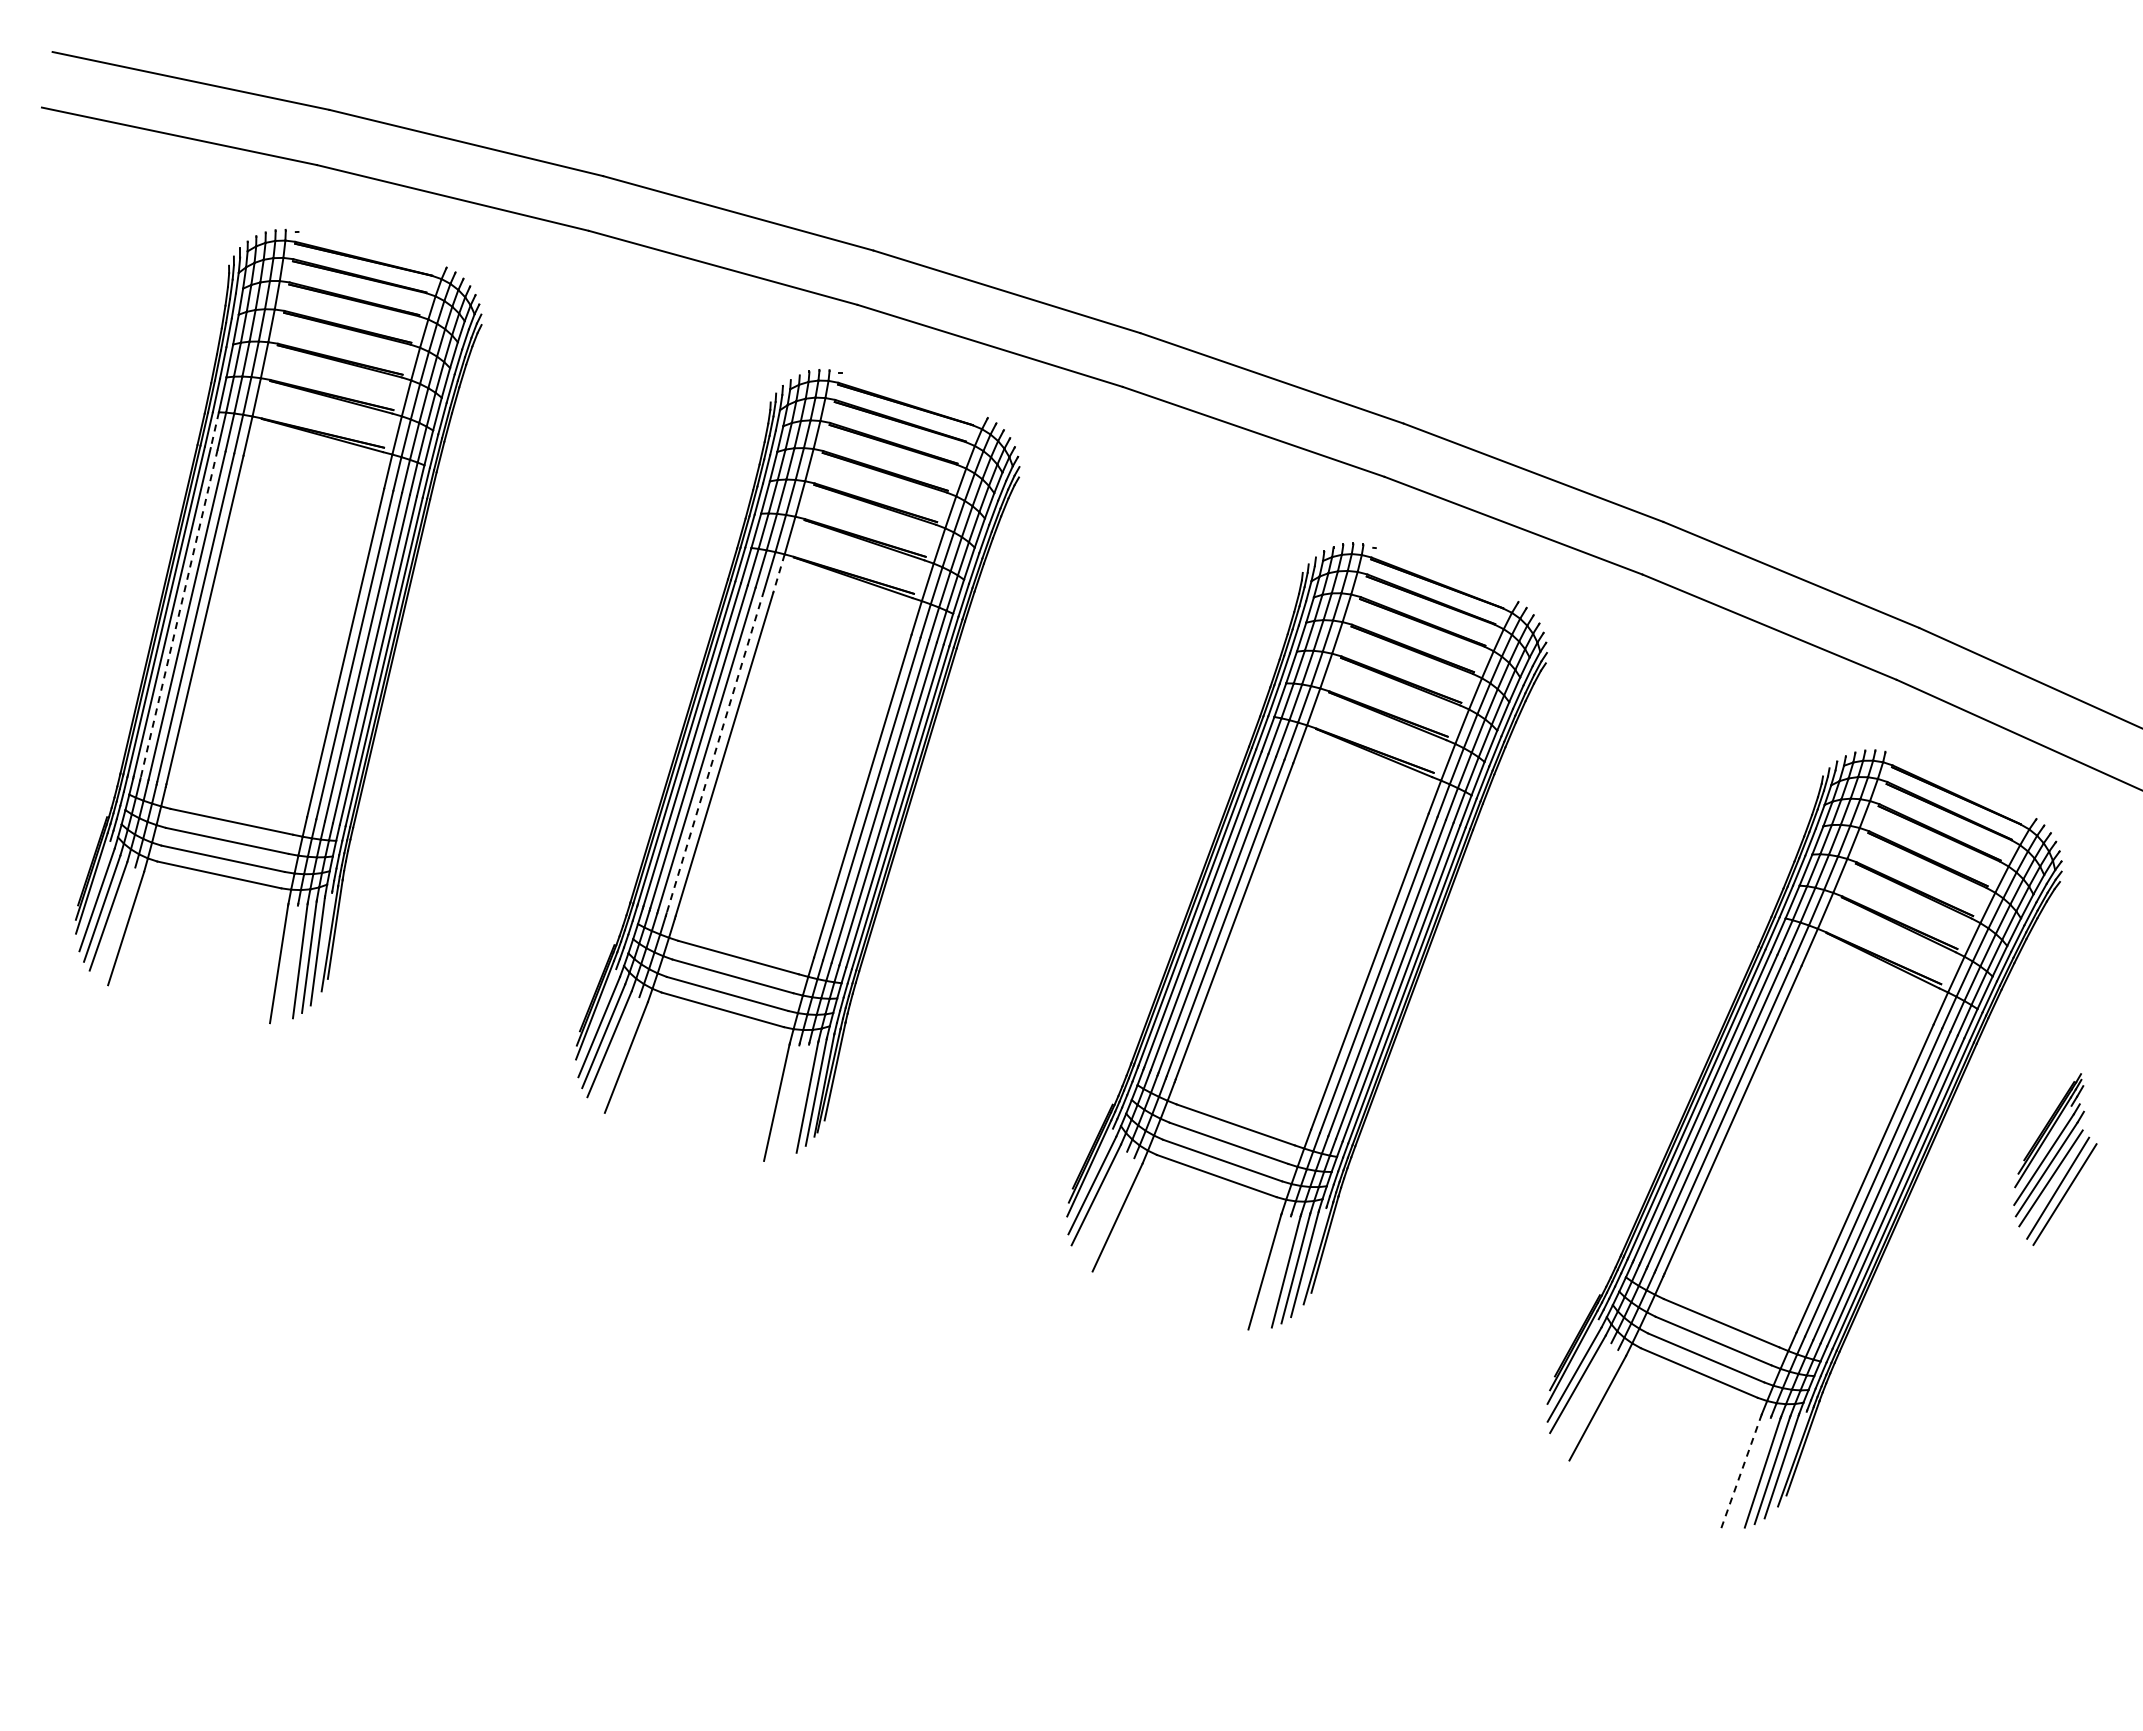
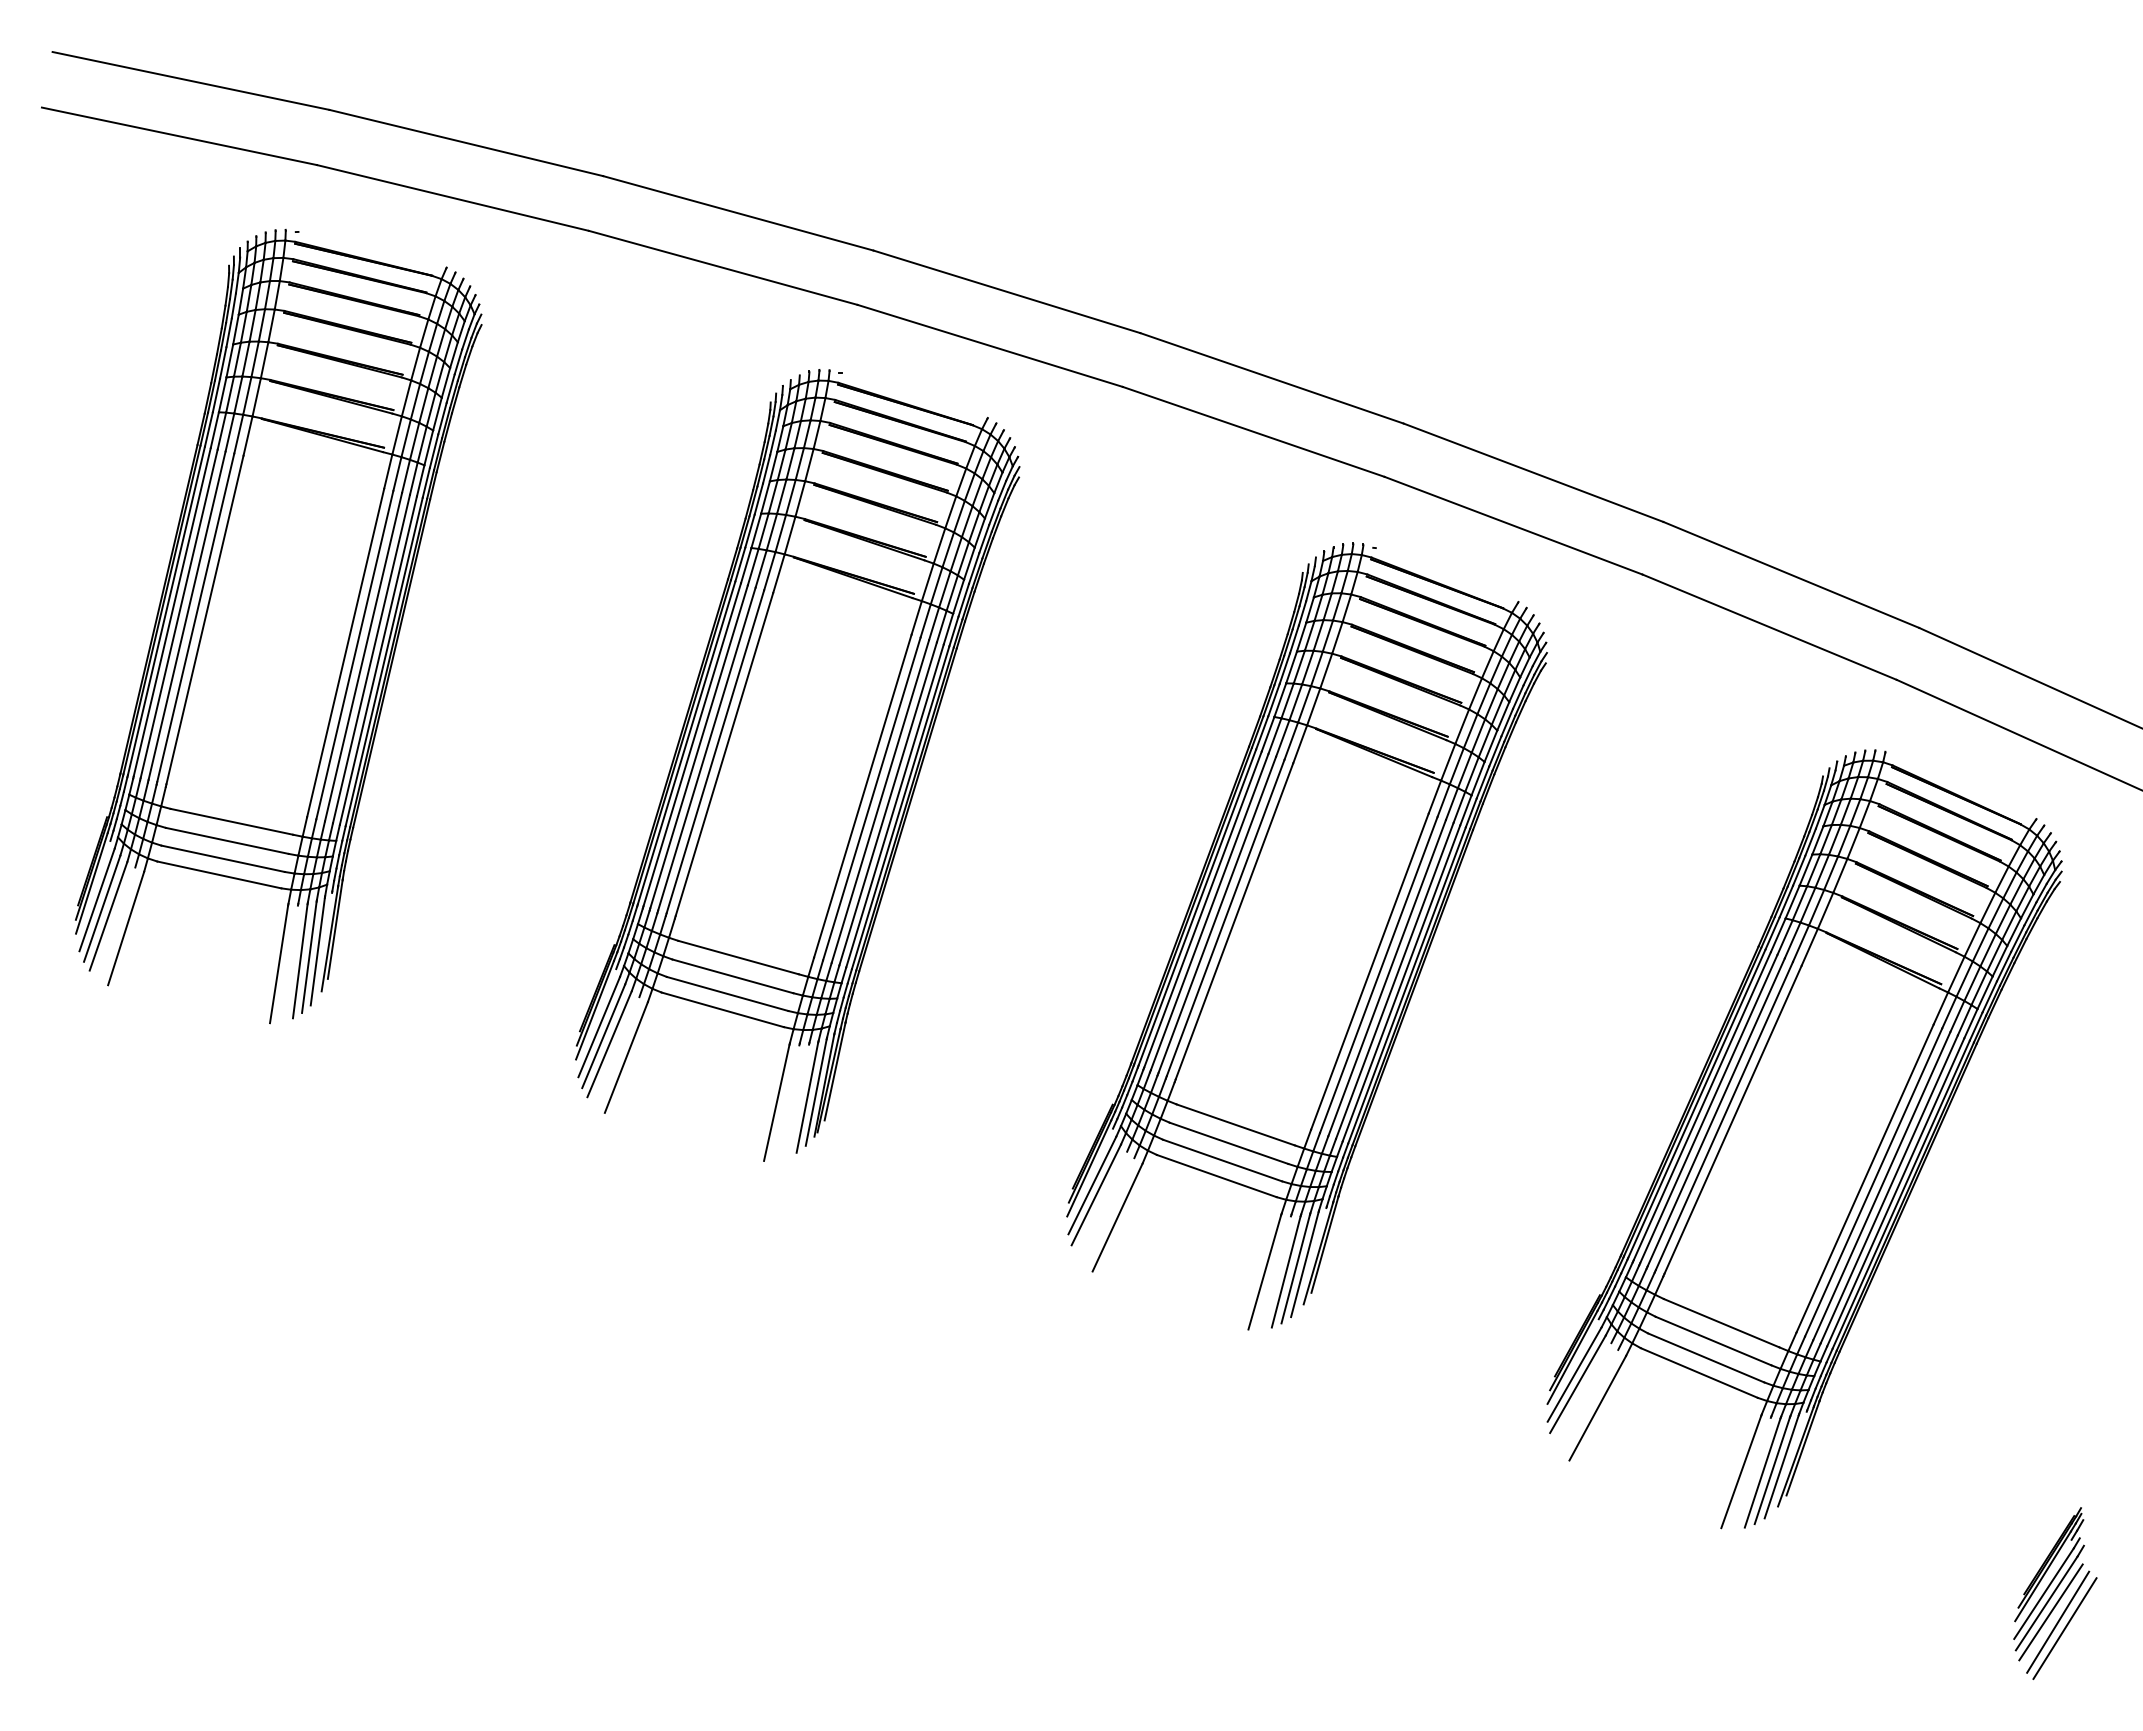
line at (214, 430): dashed -> solid
line at (778, 574): dashed -> solid
line at (179, 613): dashed -> solid
line at (715, 751): dashed -> solid
part at (2055, 1159) position: (2055, 1159) -> (2055, 1593)
line at (1741, 1471): dashed -> solid
